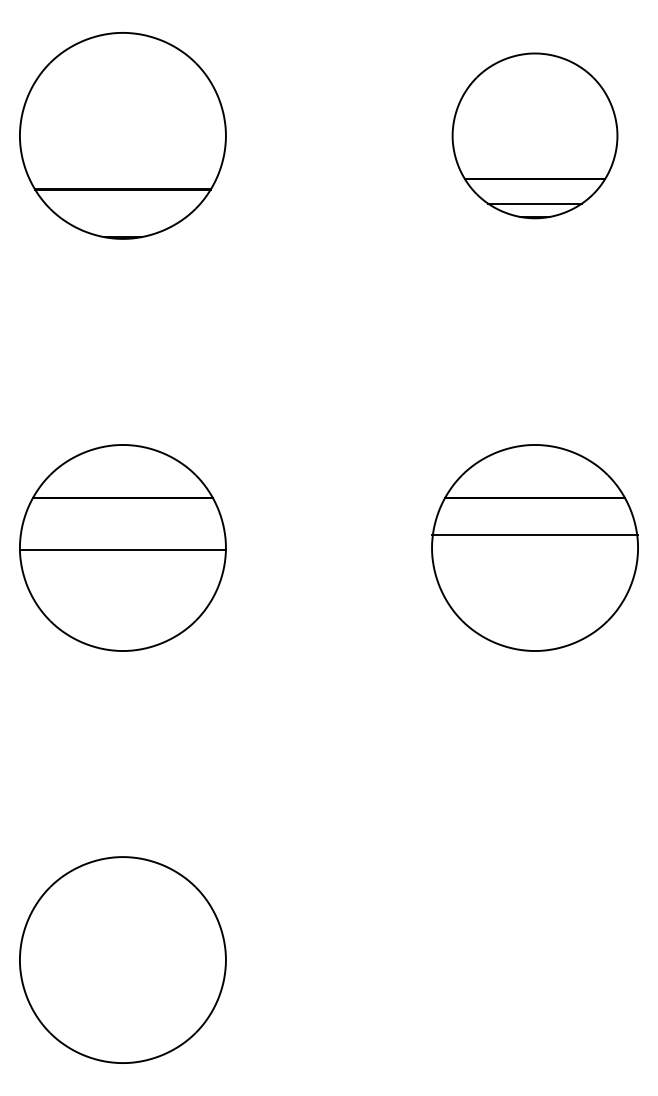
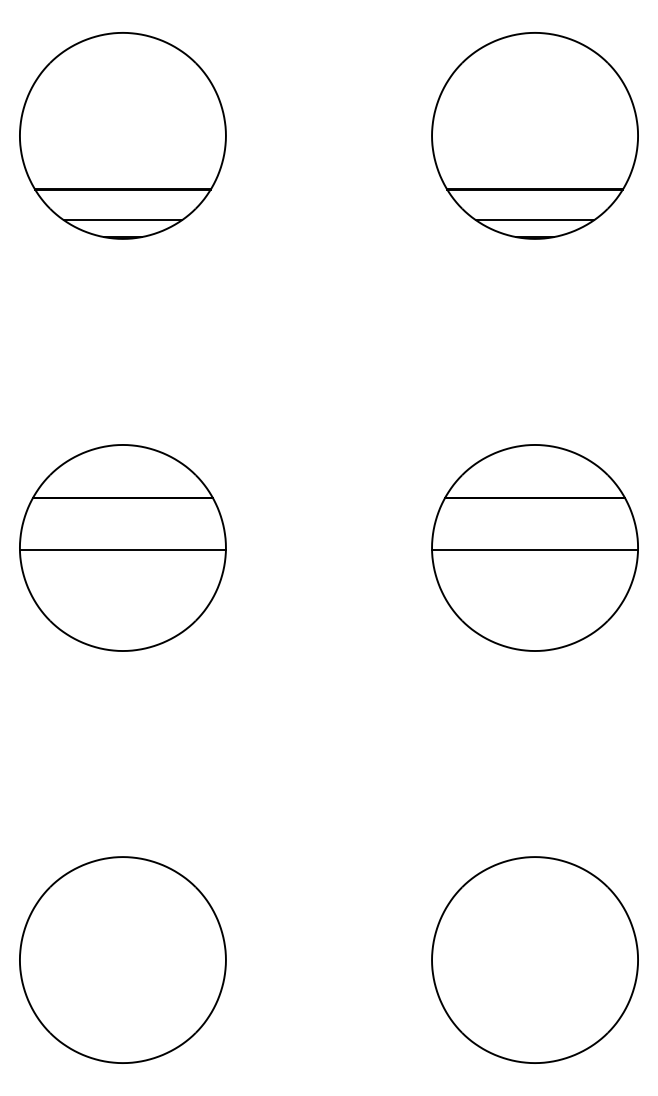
part at (534, 135) size: 168x168 px -> 208x208 px
line at (122, 220): none -> present
line at (535, 534) position: (535, 534) -> (535, 549)
part at (534, 959): none -> present
